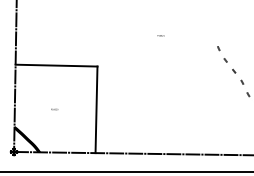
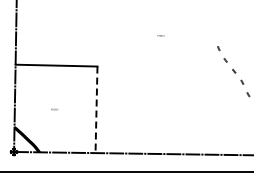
line at (96, 110): solid -> dashed
